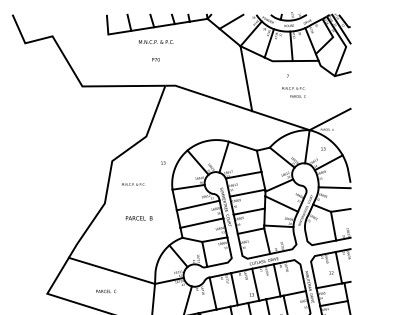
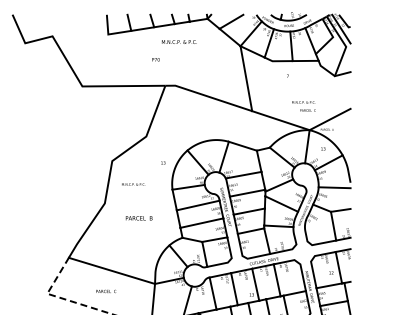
text at (156, 41) position: (156, 41) -> (179, 41)
text at (293, 92) position: (293, 92) -> (303, 106)
line at (59, 297): solid -> dashed
